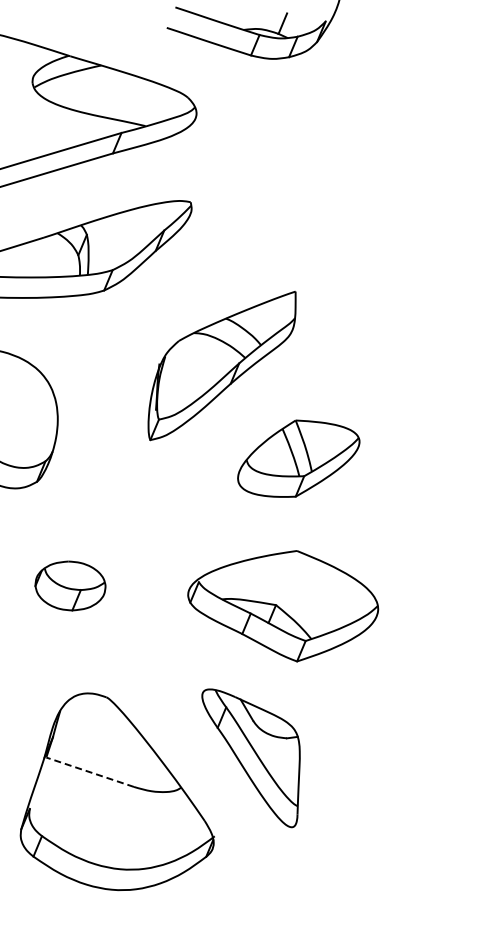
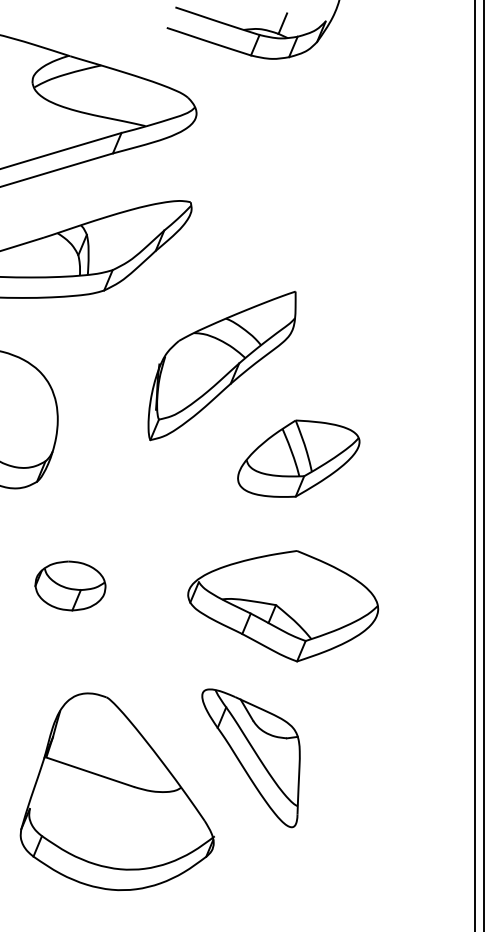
line at (475, 465): none -> present
line at (483, 465): none -> present
line at (89, 772): dashed -> solid
